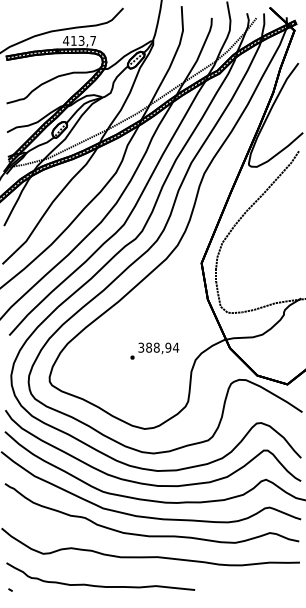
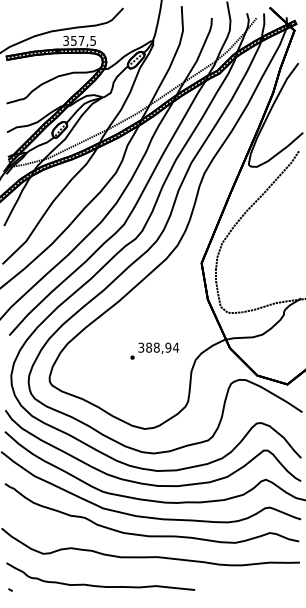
text at (79, 40): 413,7 -> 357,5
